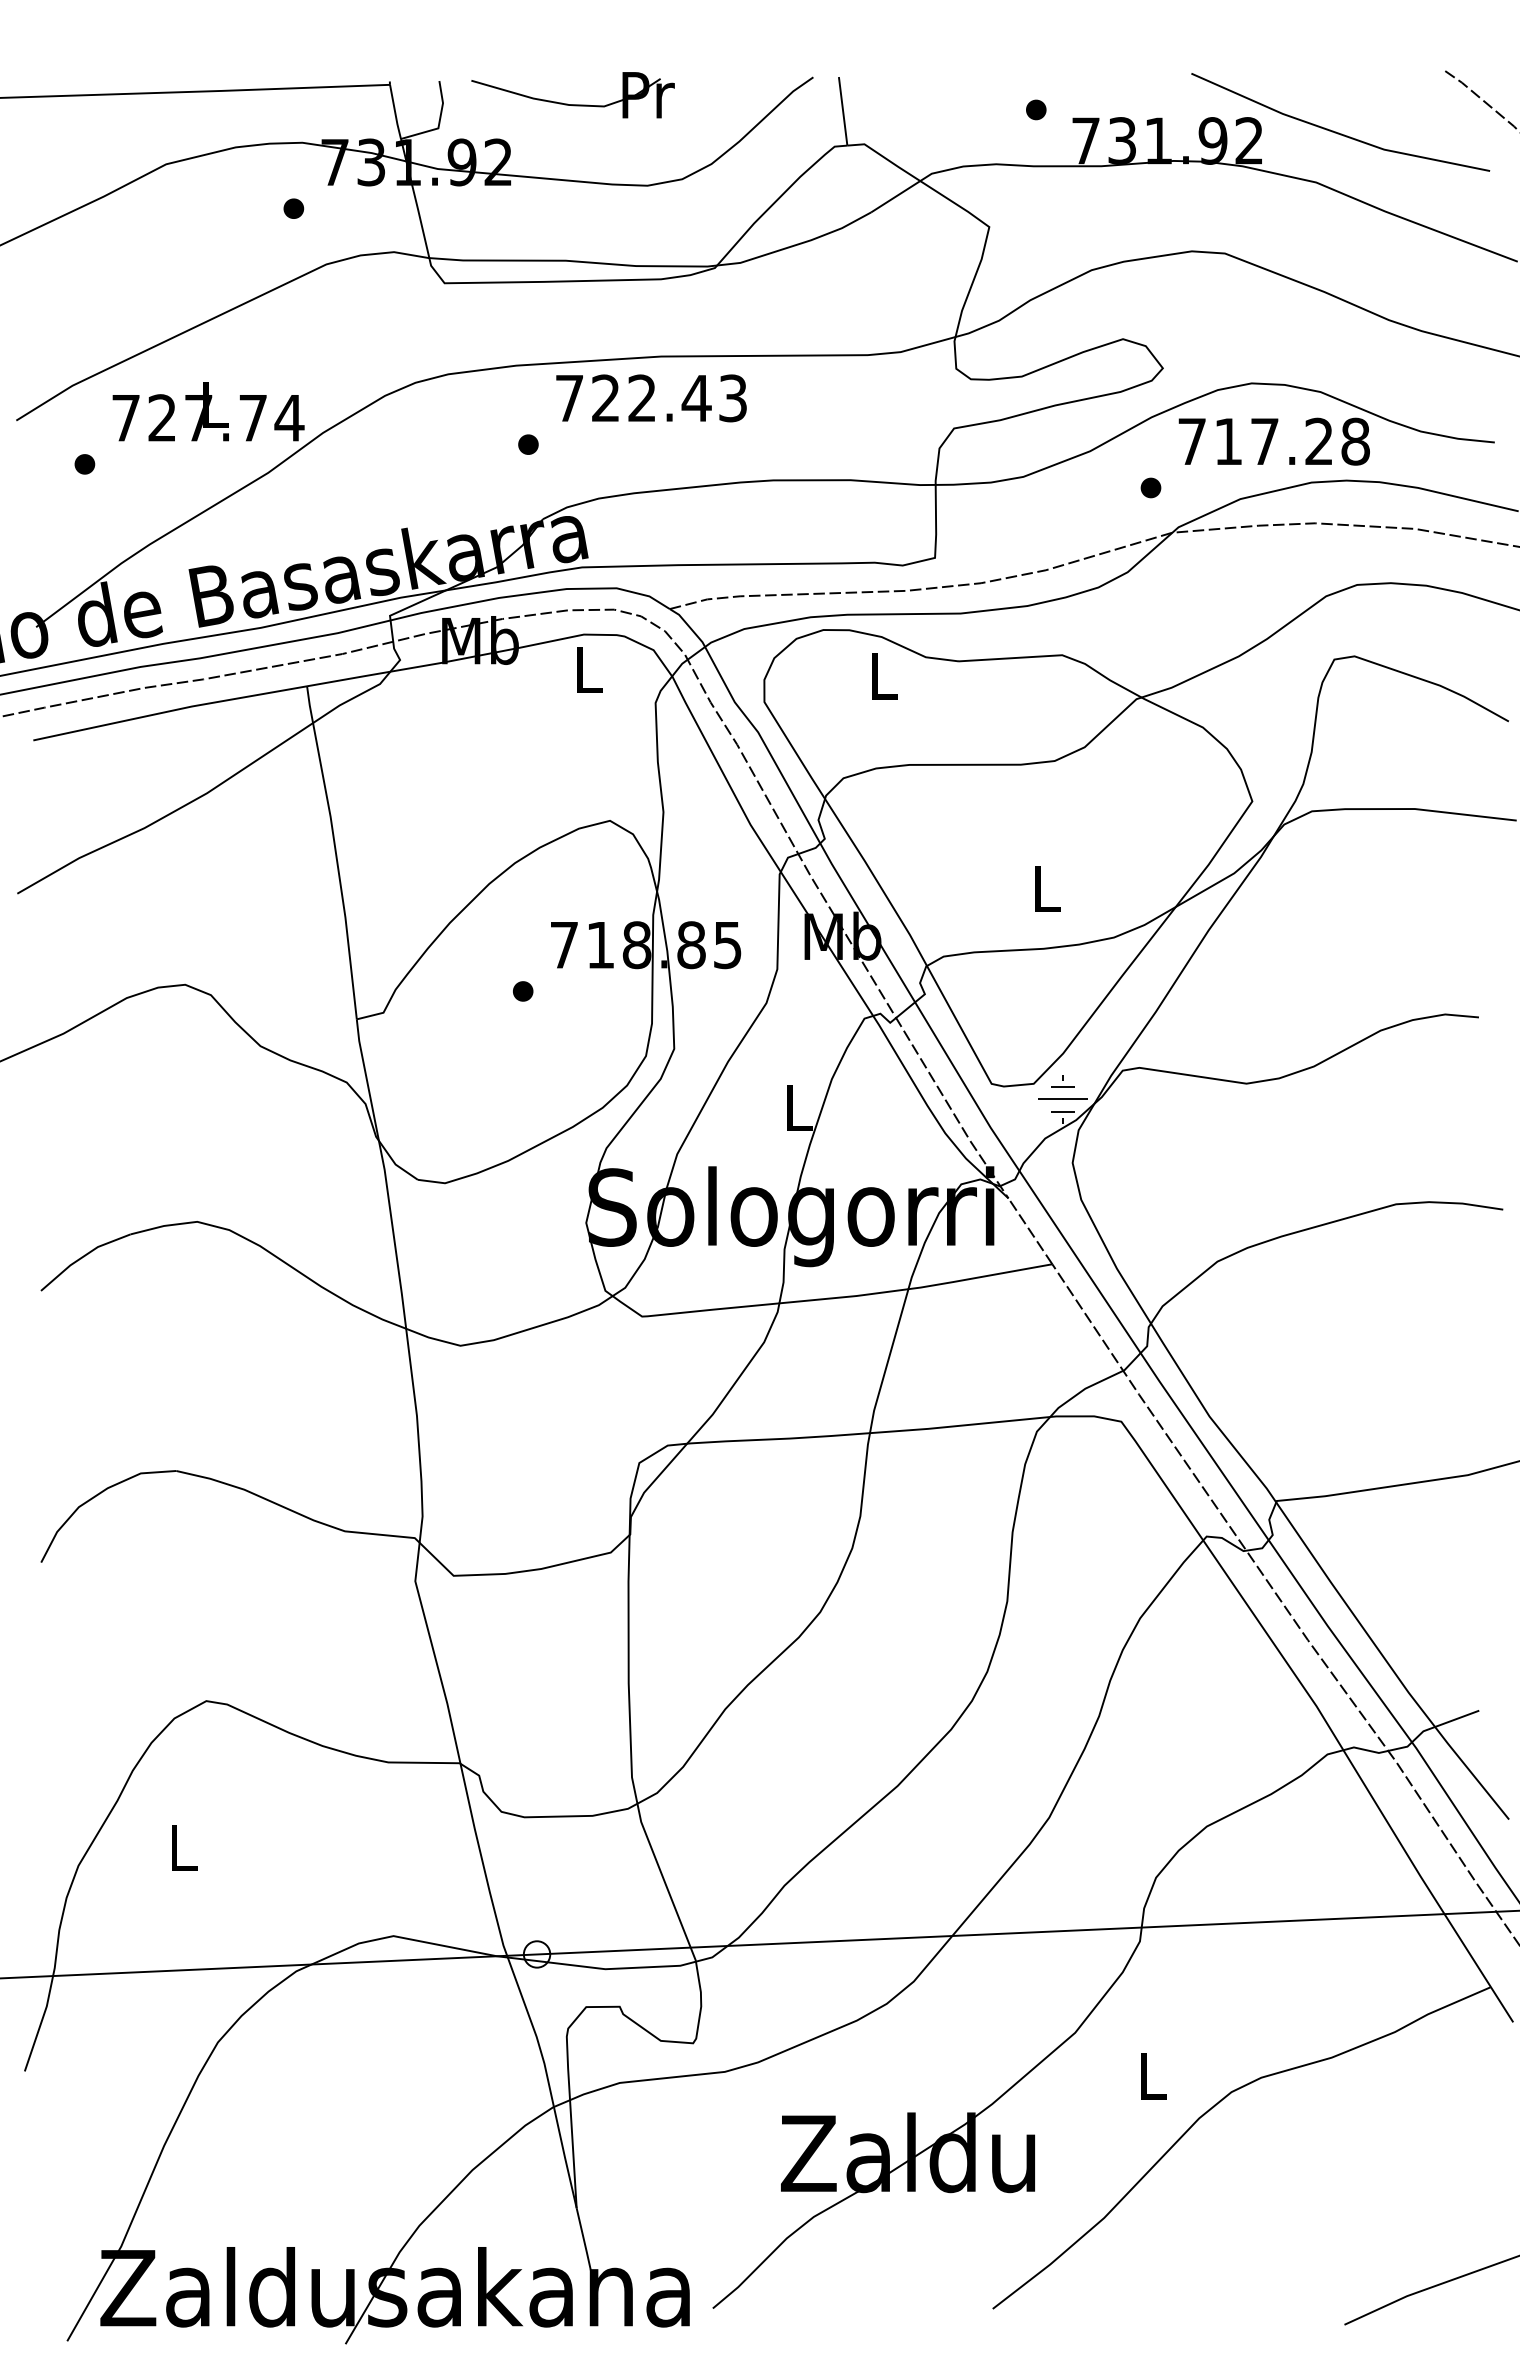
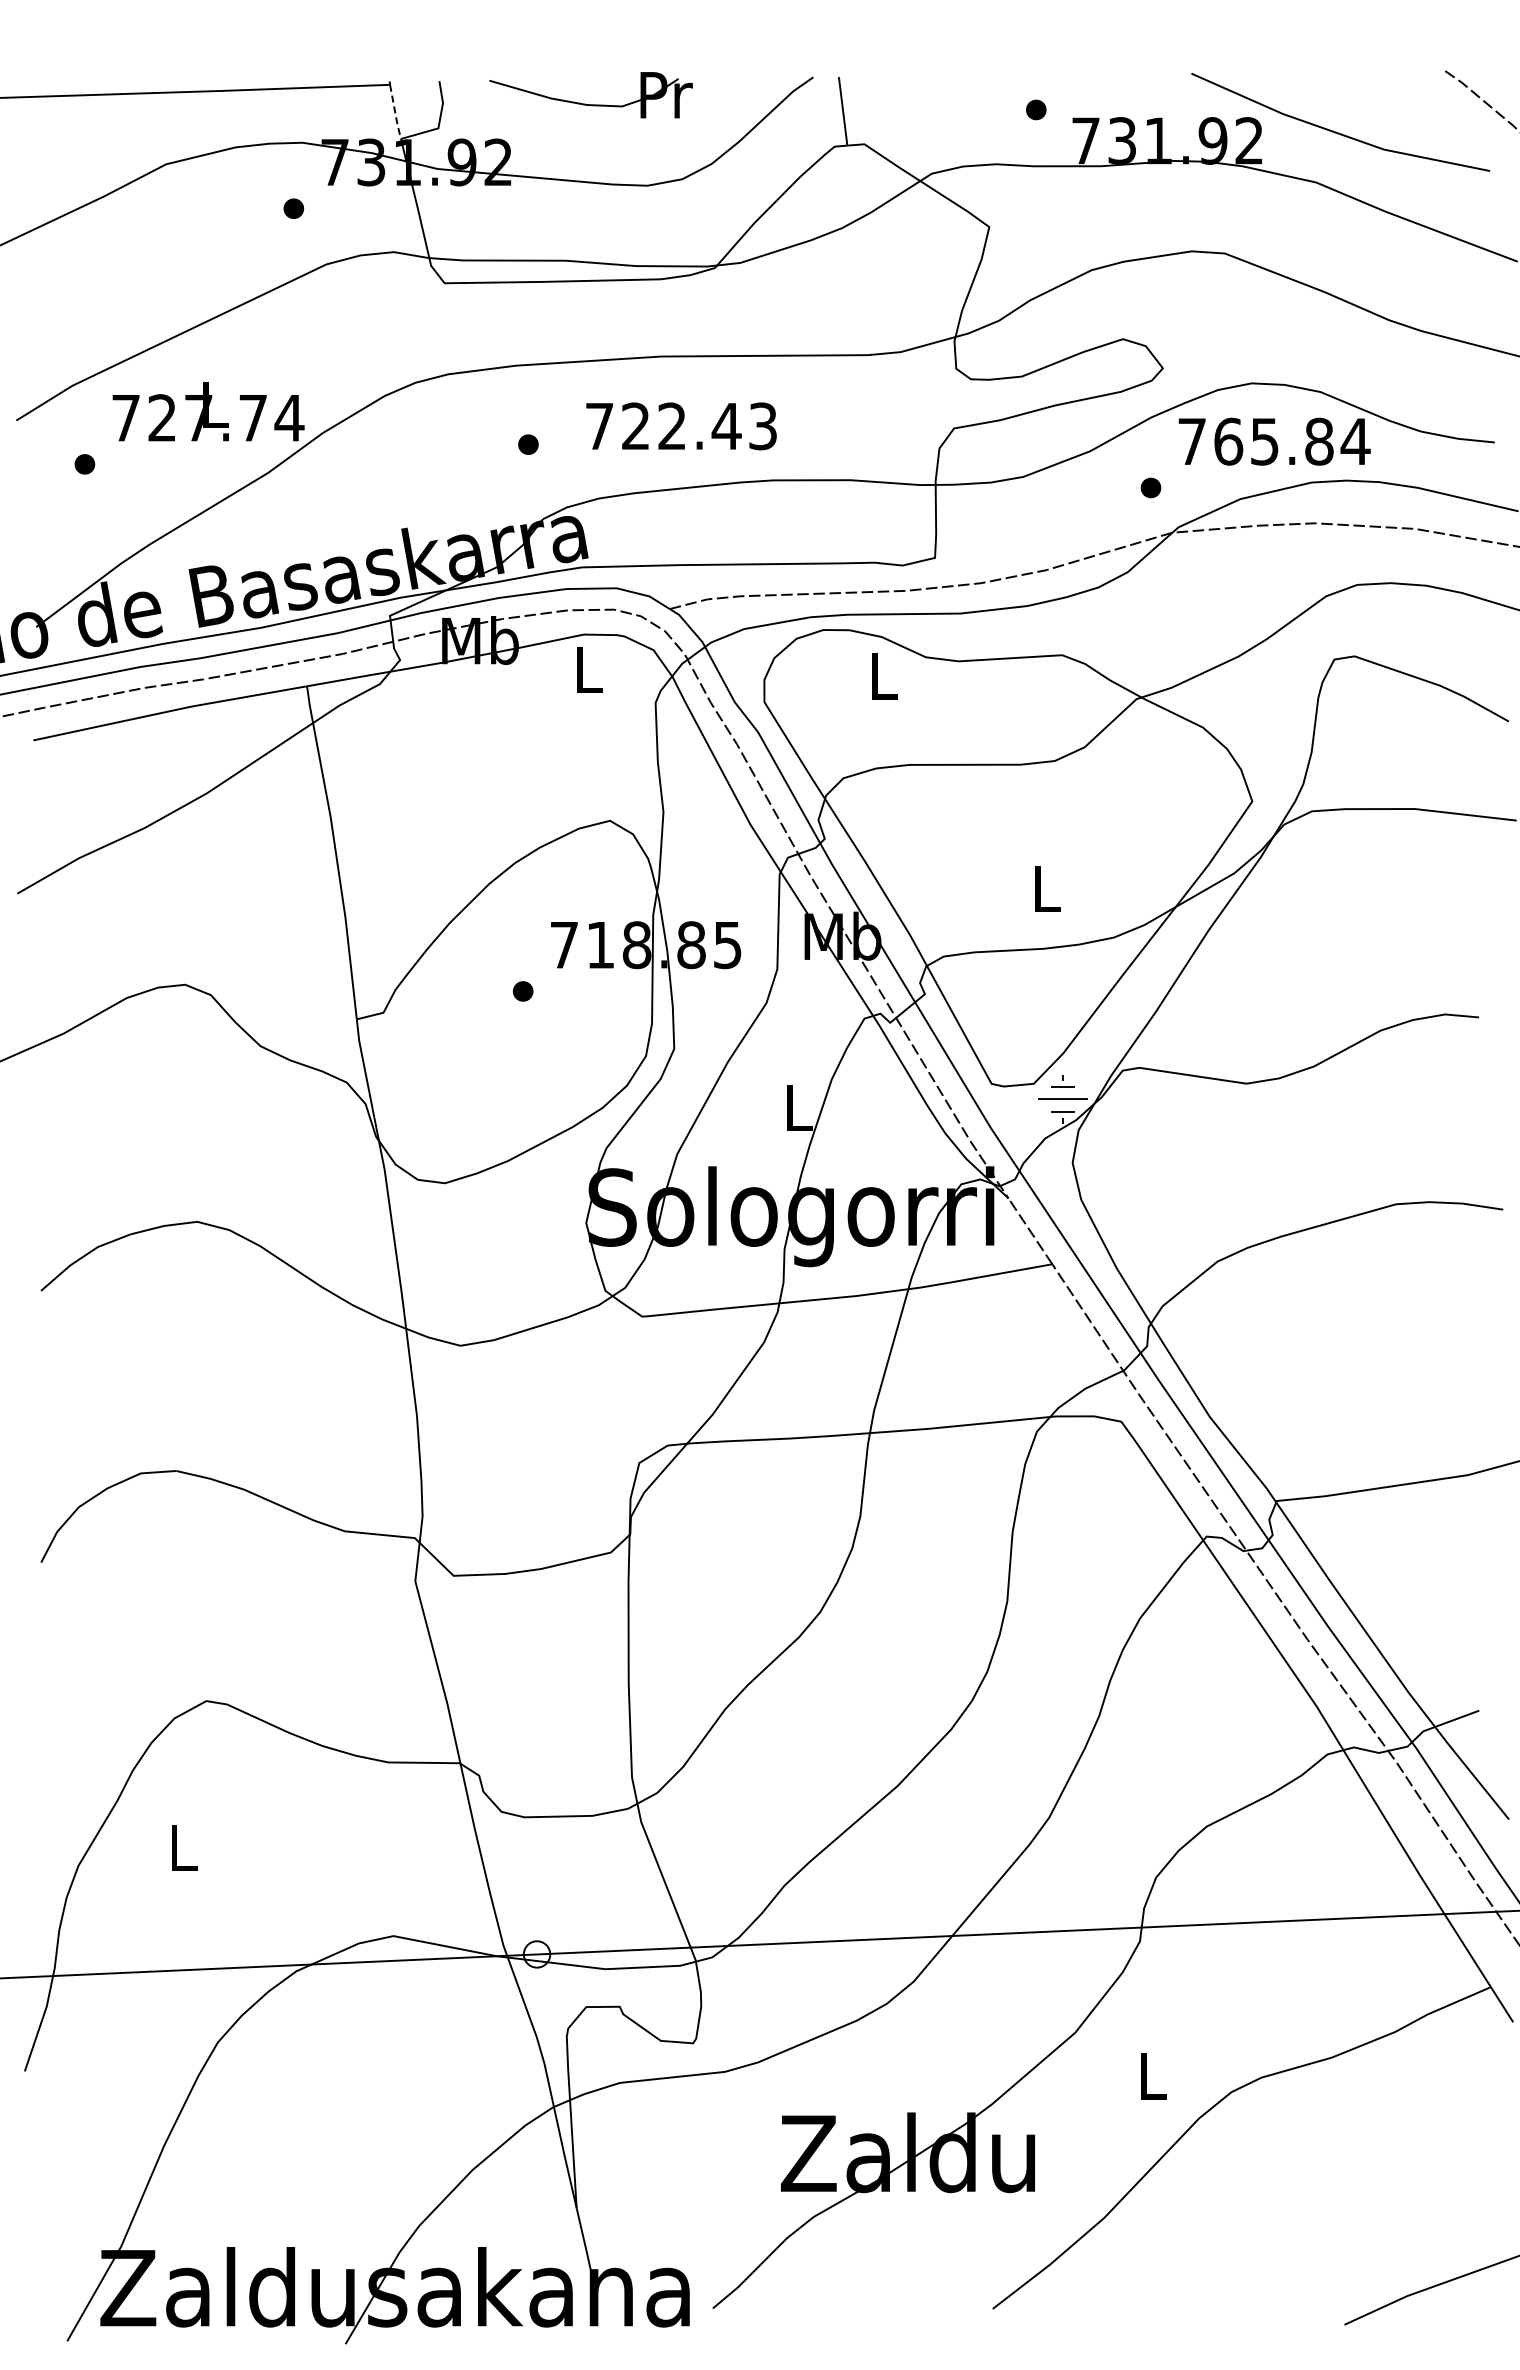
part at (572, 104) position: (572, 104) -> (590, 104)
line at (395, 112): solid -> dashed
text at (651, 398) position: (651, 398) -> (681, 426)
text at (1292, 441): 717.28 -> 765.84
